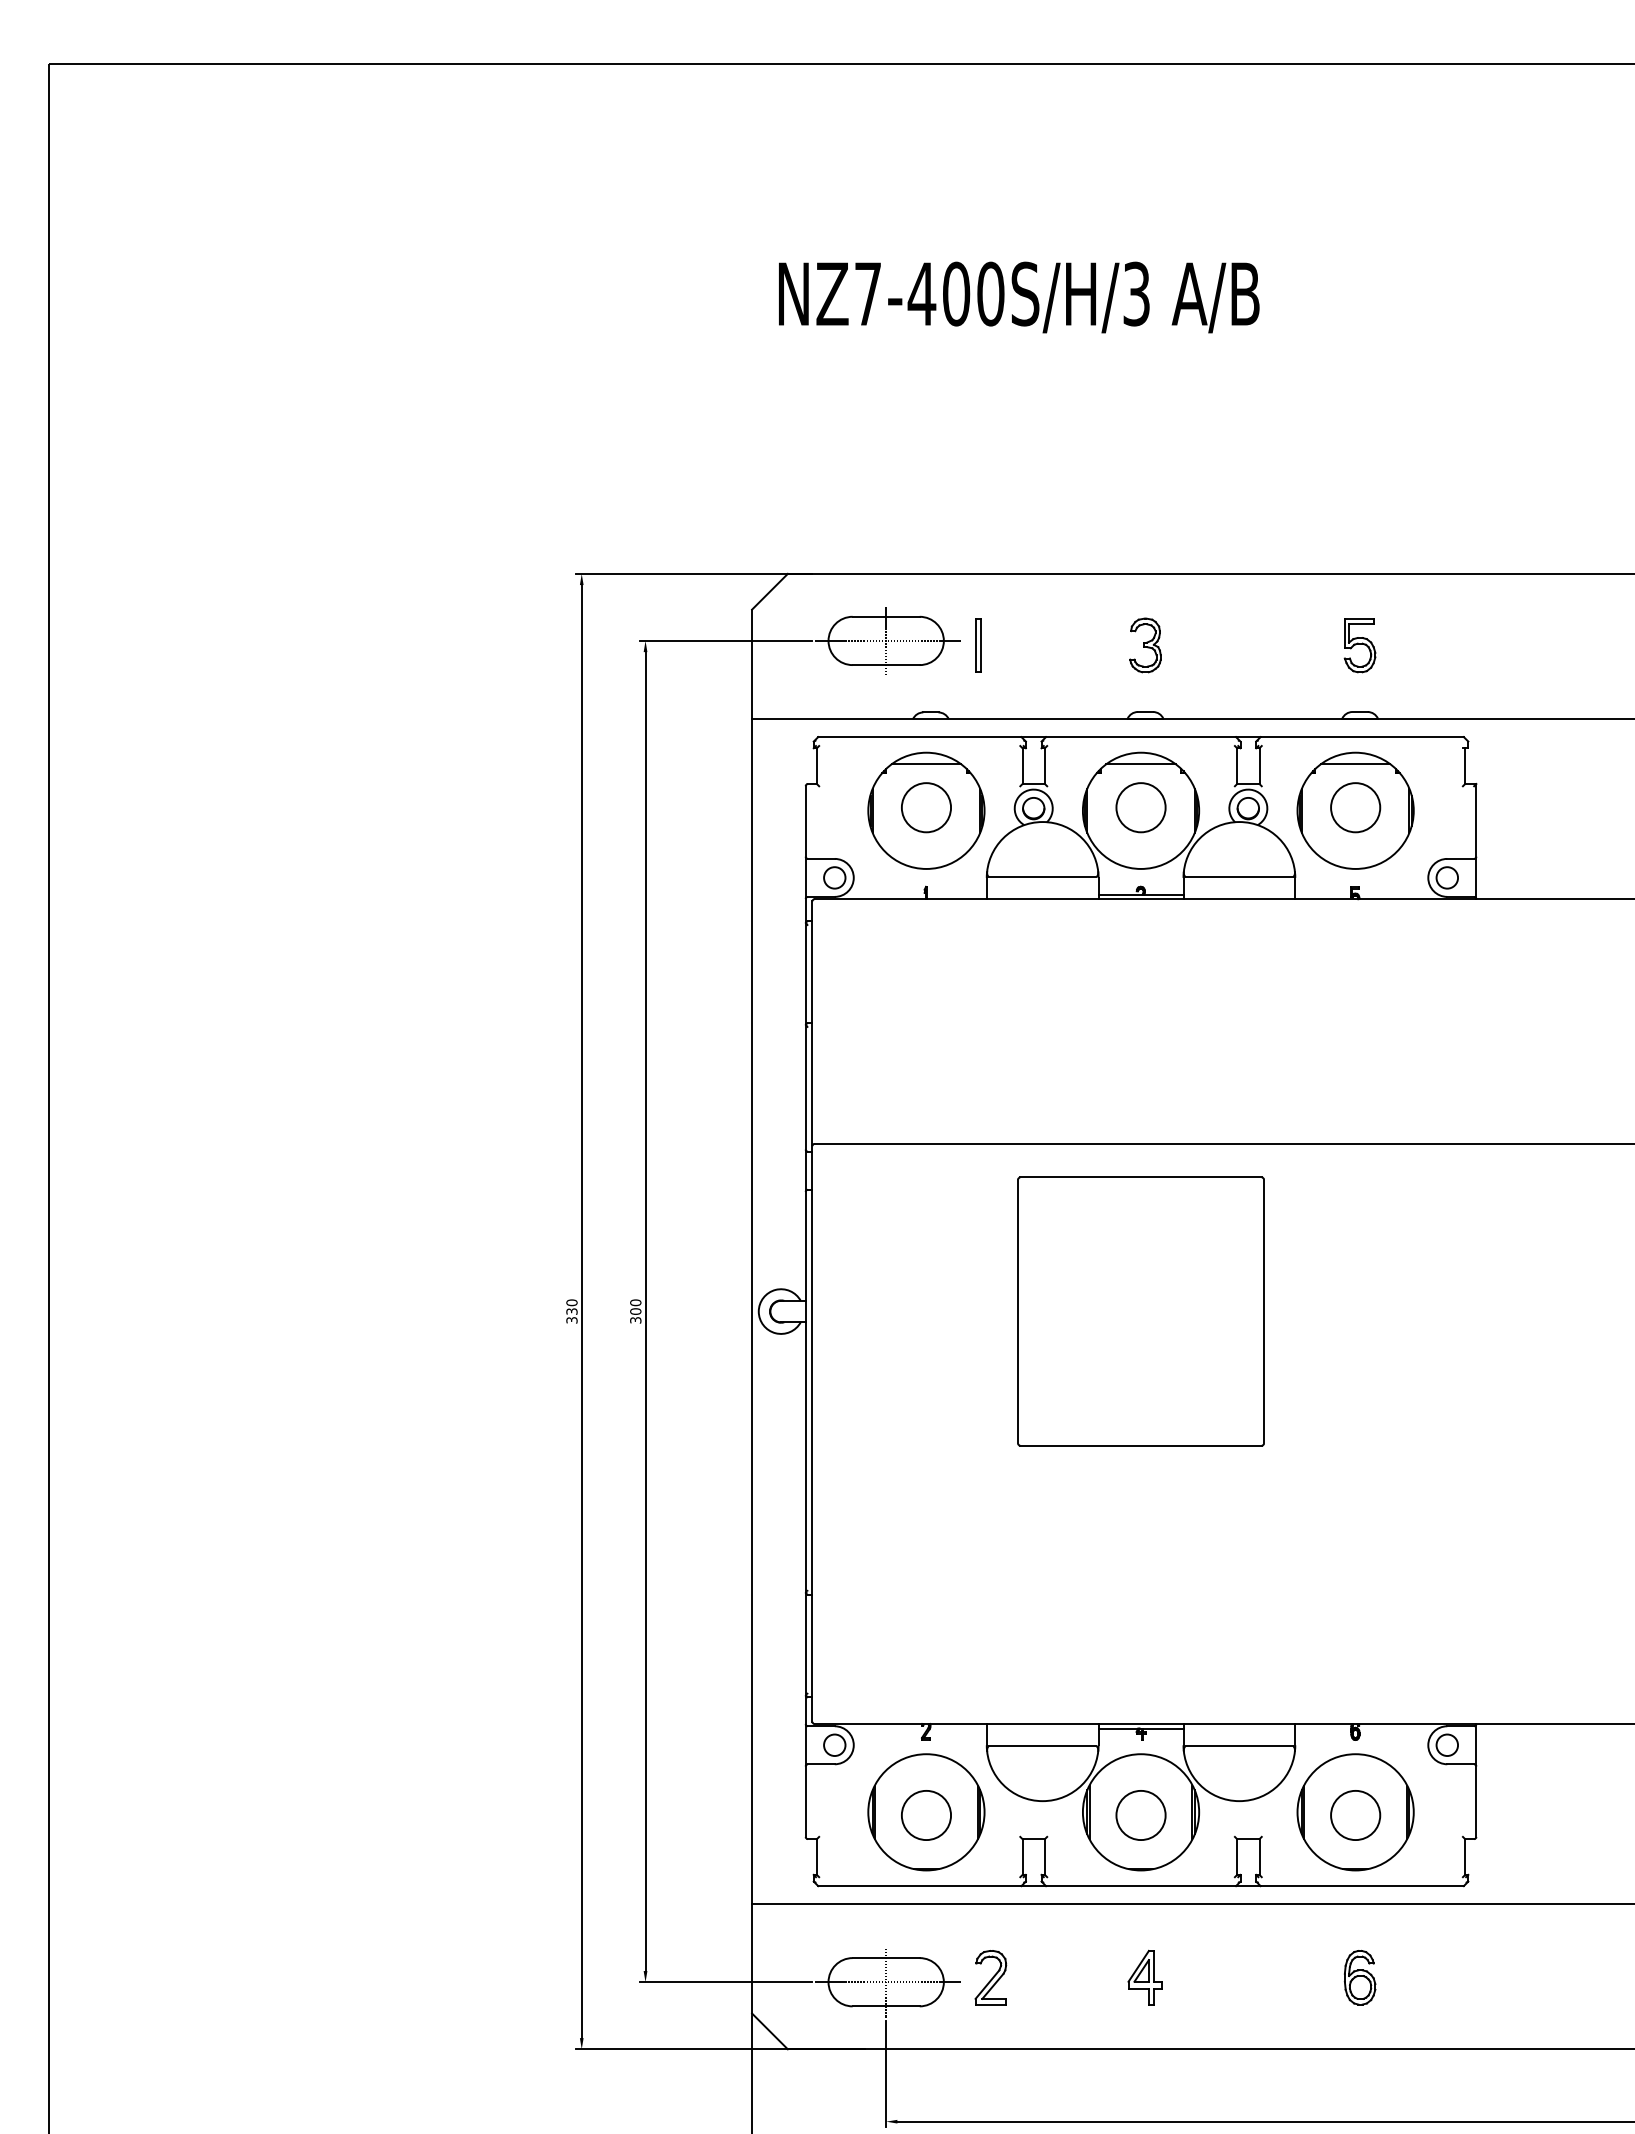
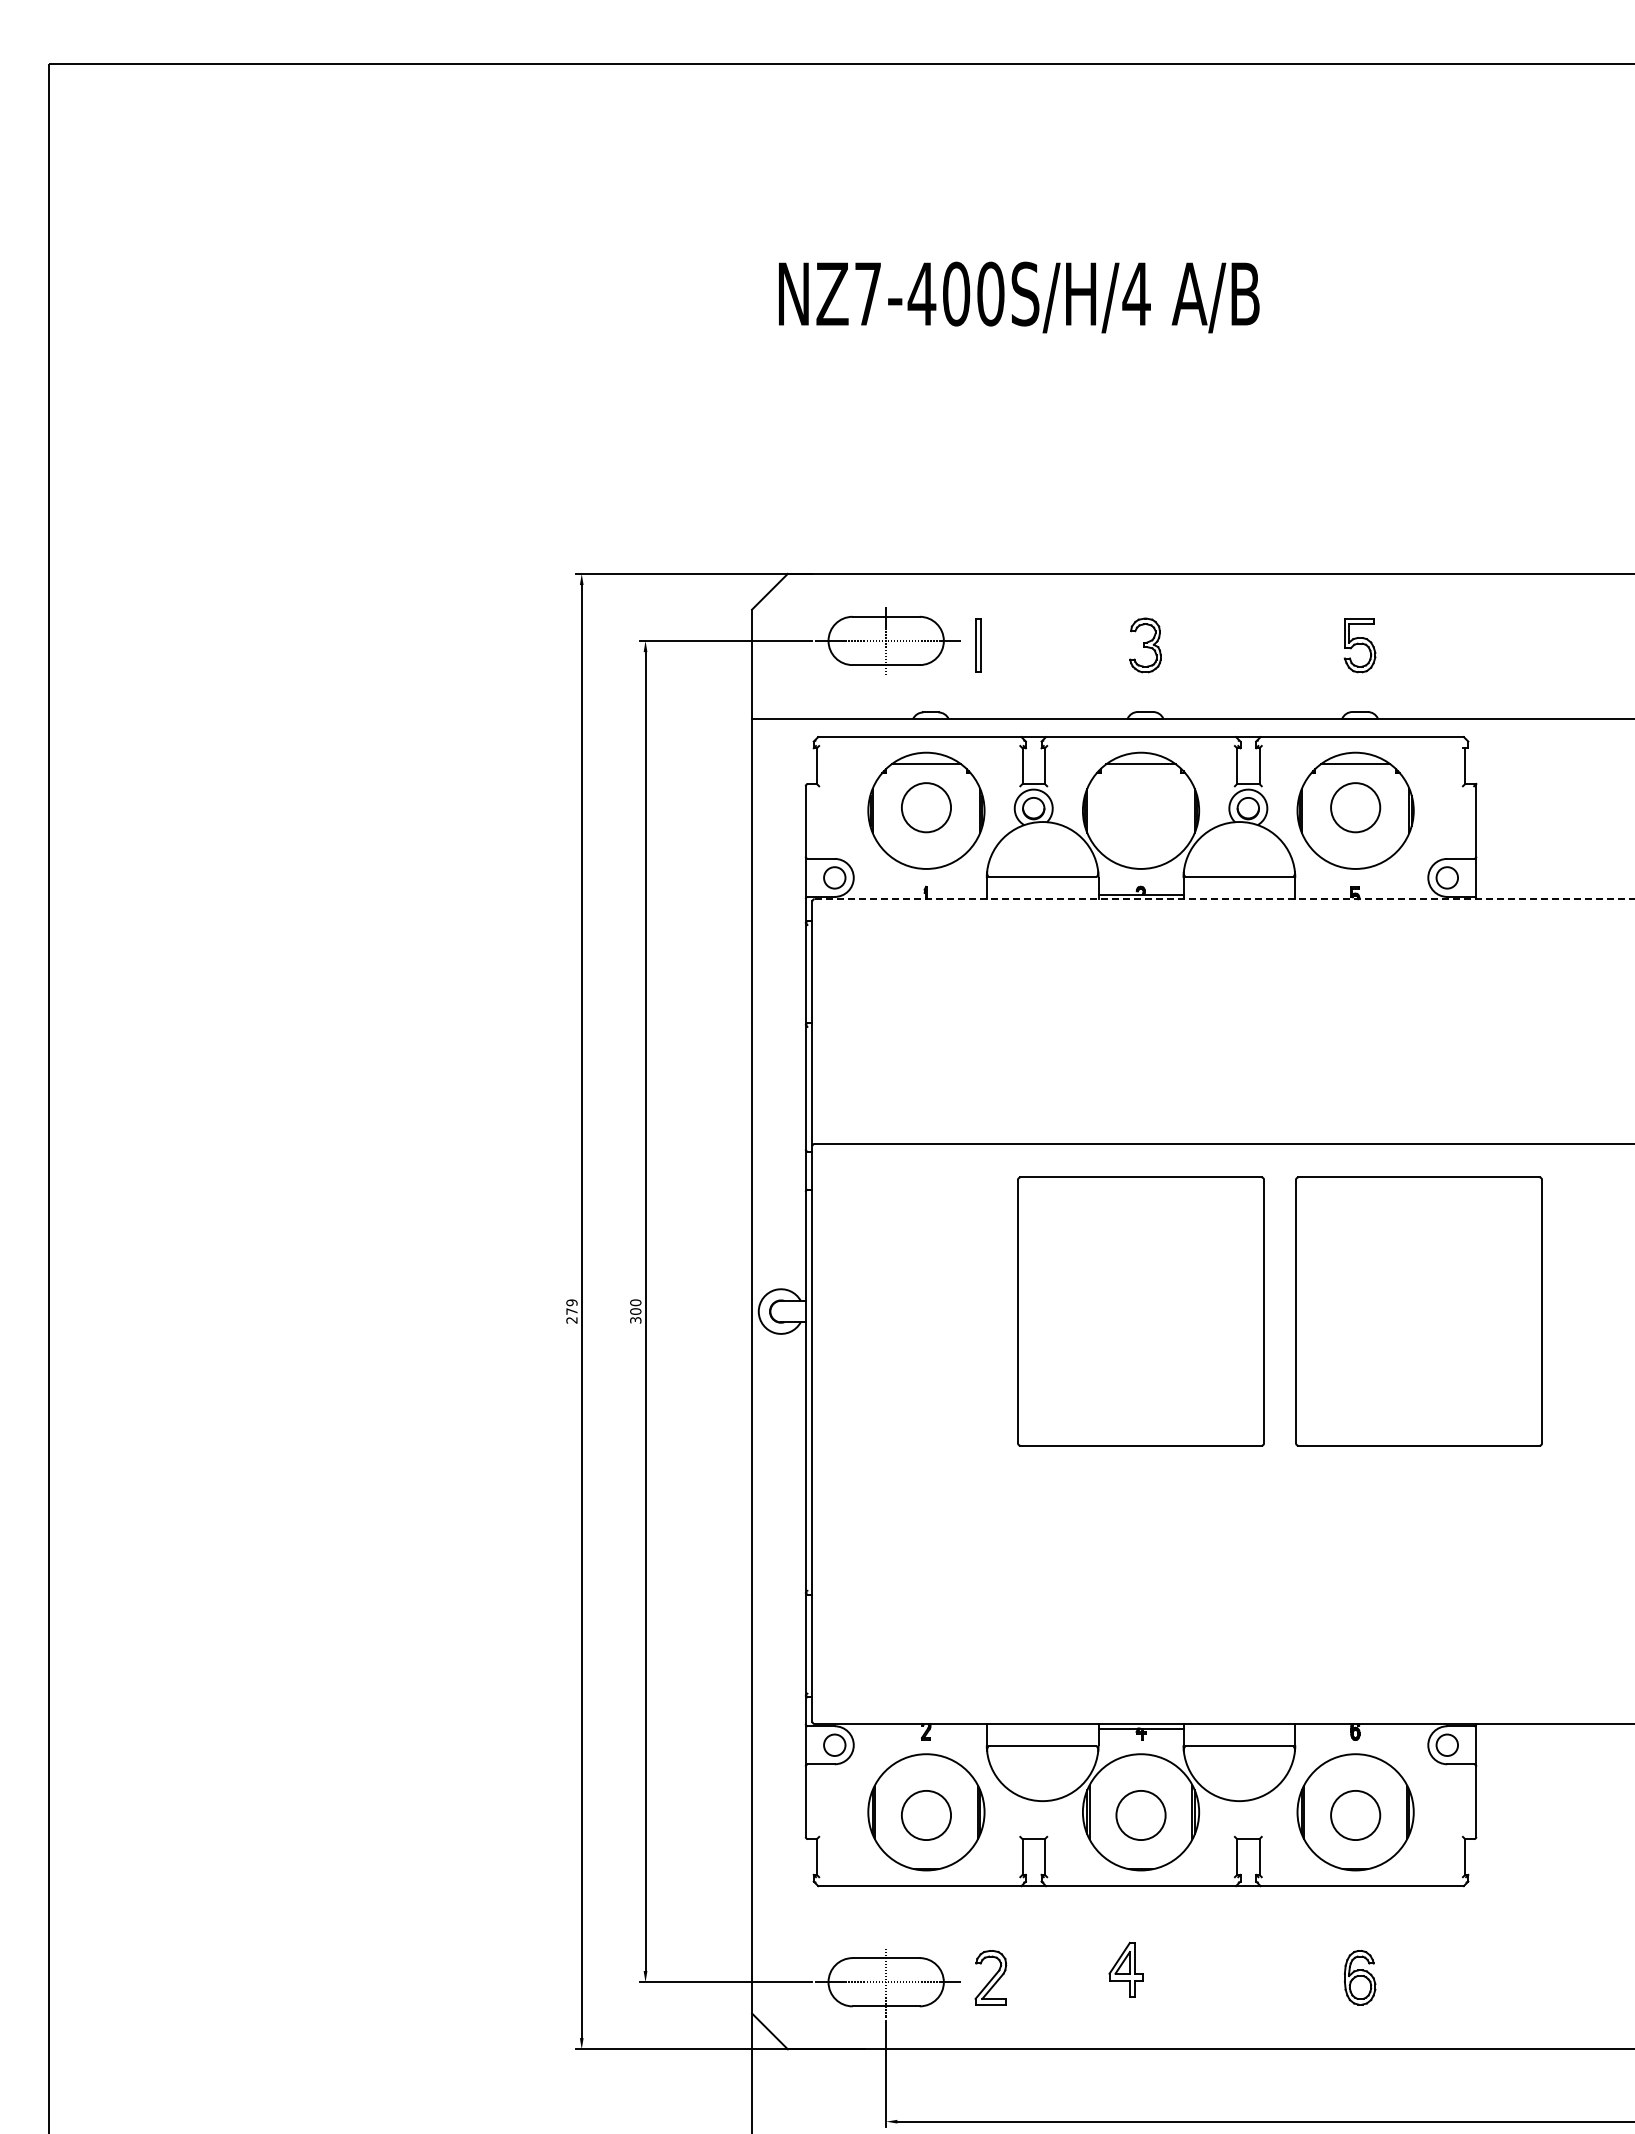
text at (1136, 293): NZ7-400S/H/3 -> NZ7-400S/H/4
circle at (1140, 807): present -> none
line at (1224, 899): solid -> dashed
text at (571, 1311): 330 -> 279
part at (1418, 1311): none -> present
line at (1191, 1903): present -> none
part at (1144, 1977) position: (1144, 1977) -> (1125, 1969)
